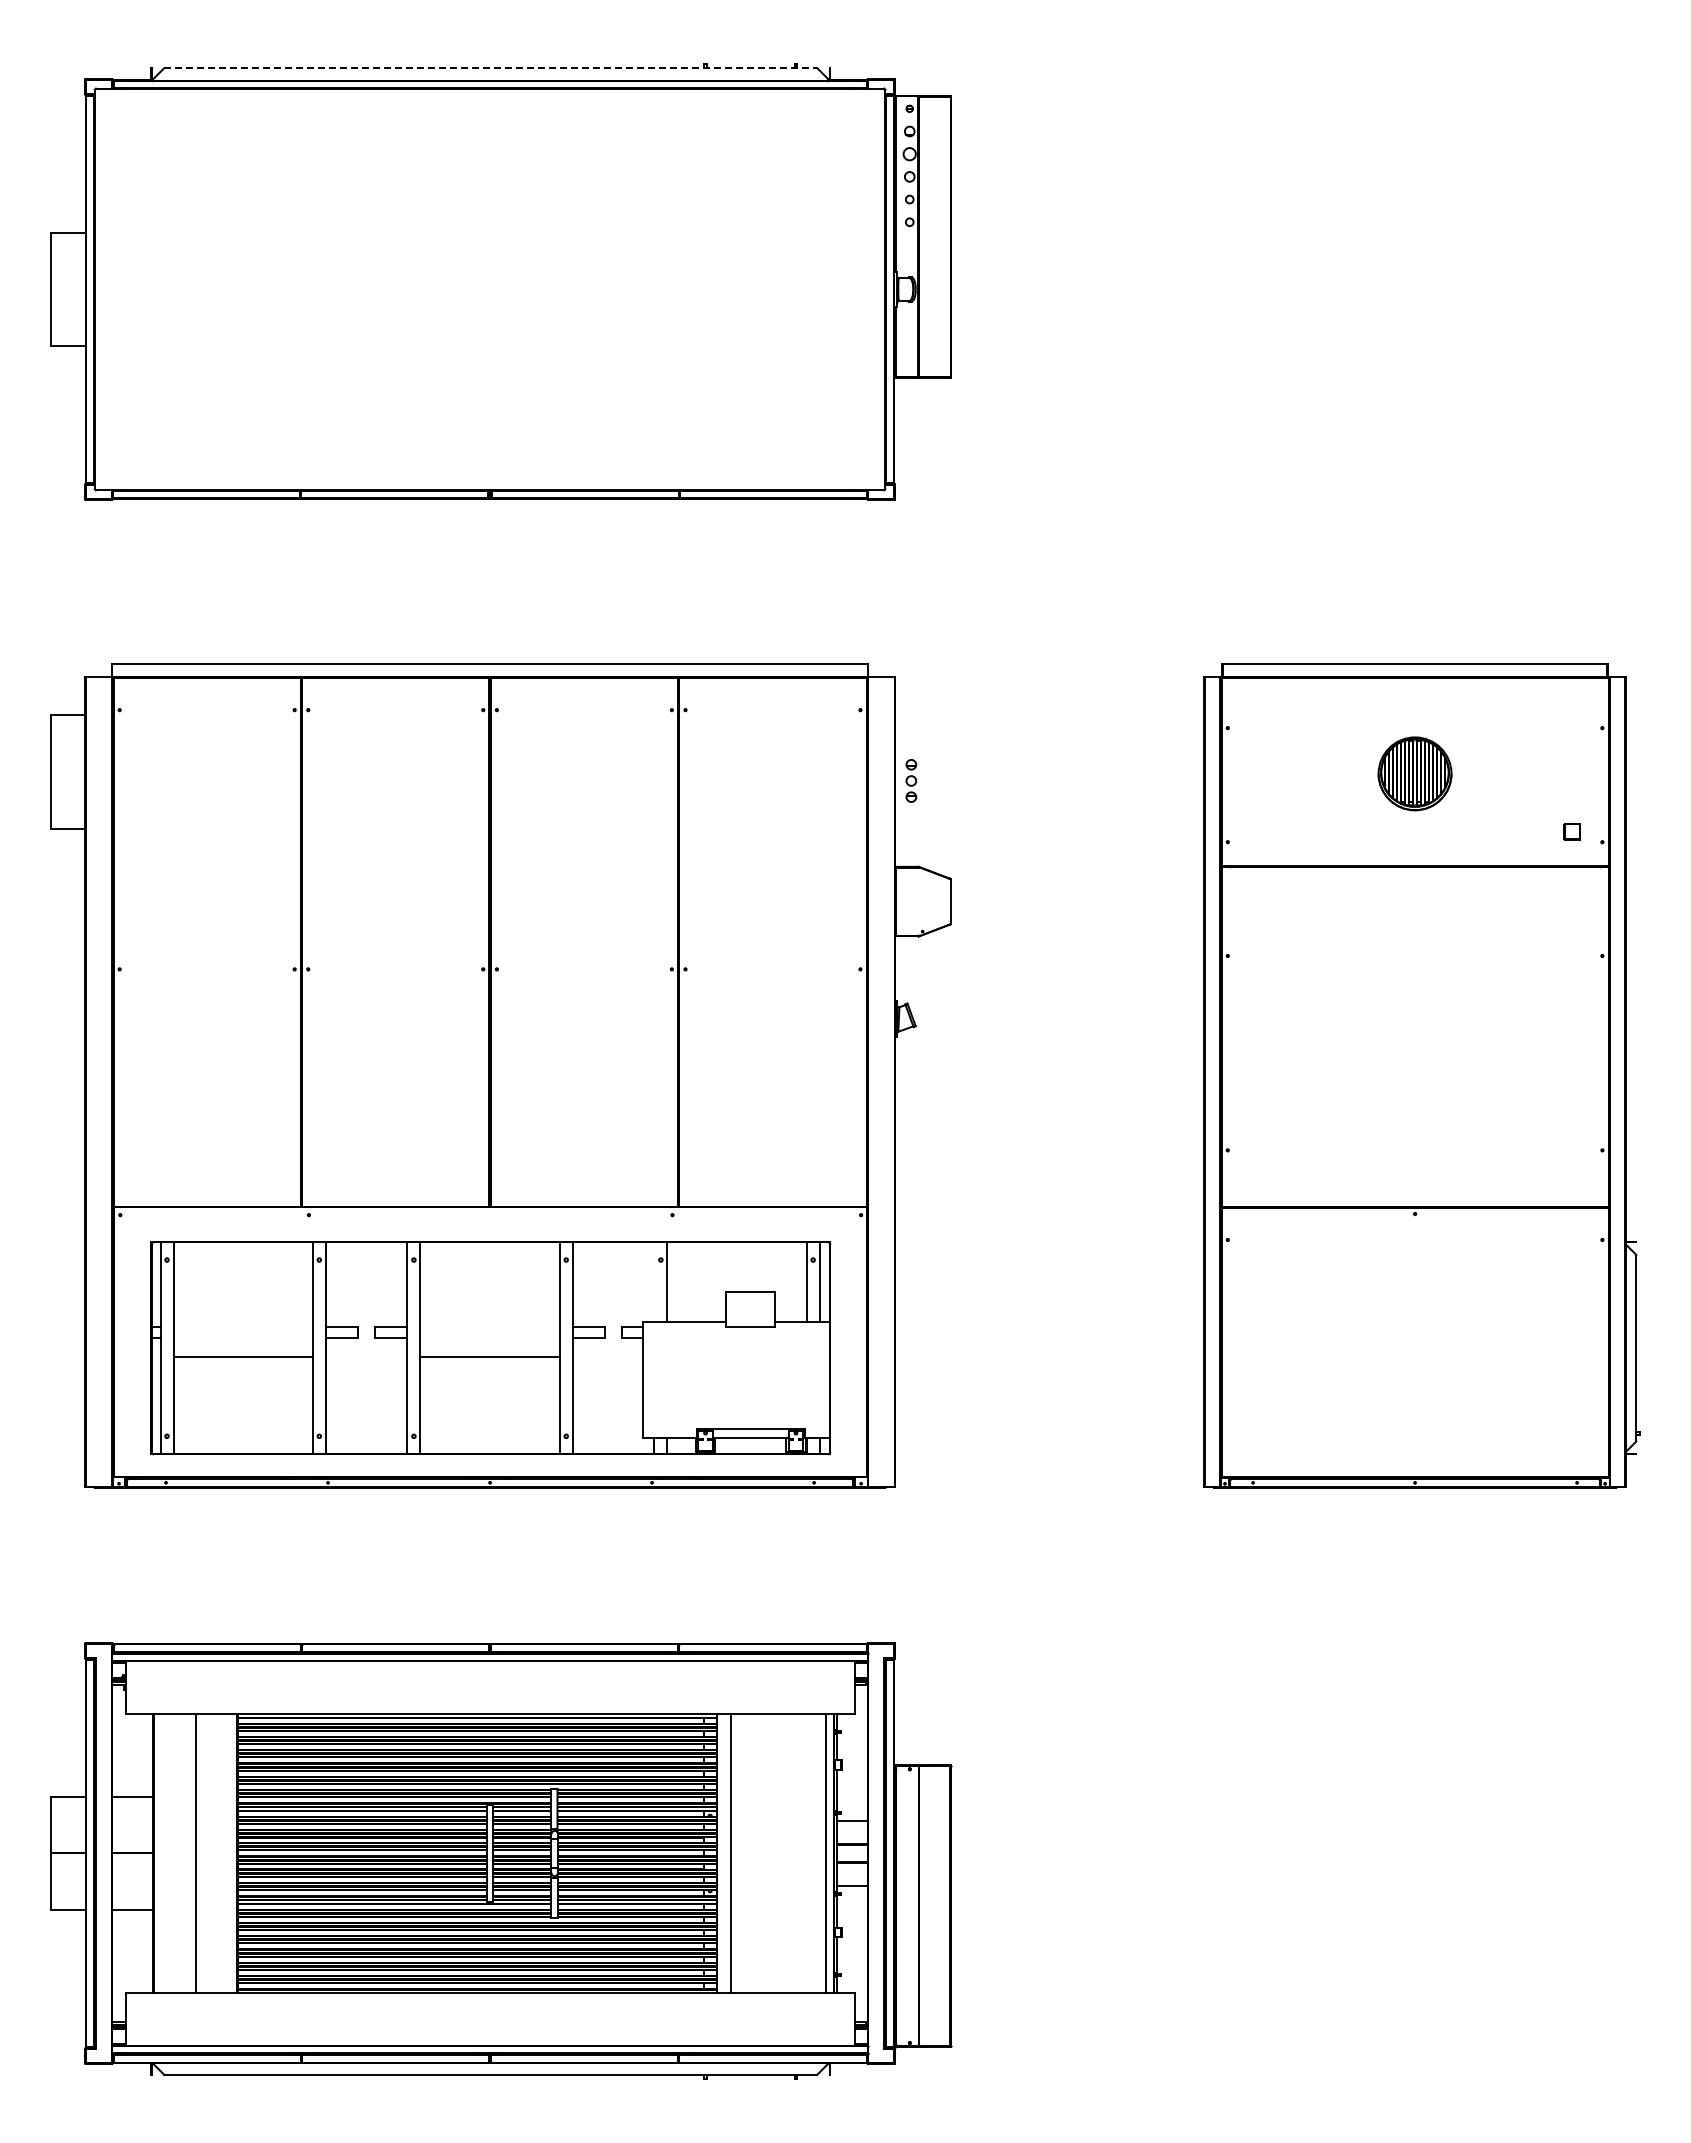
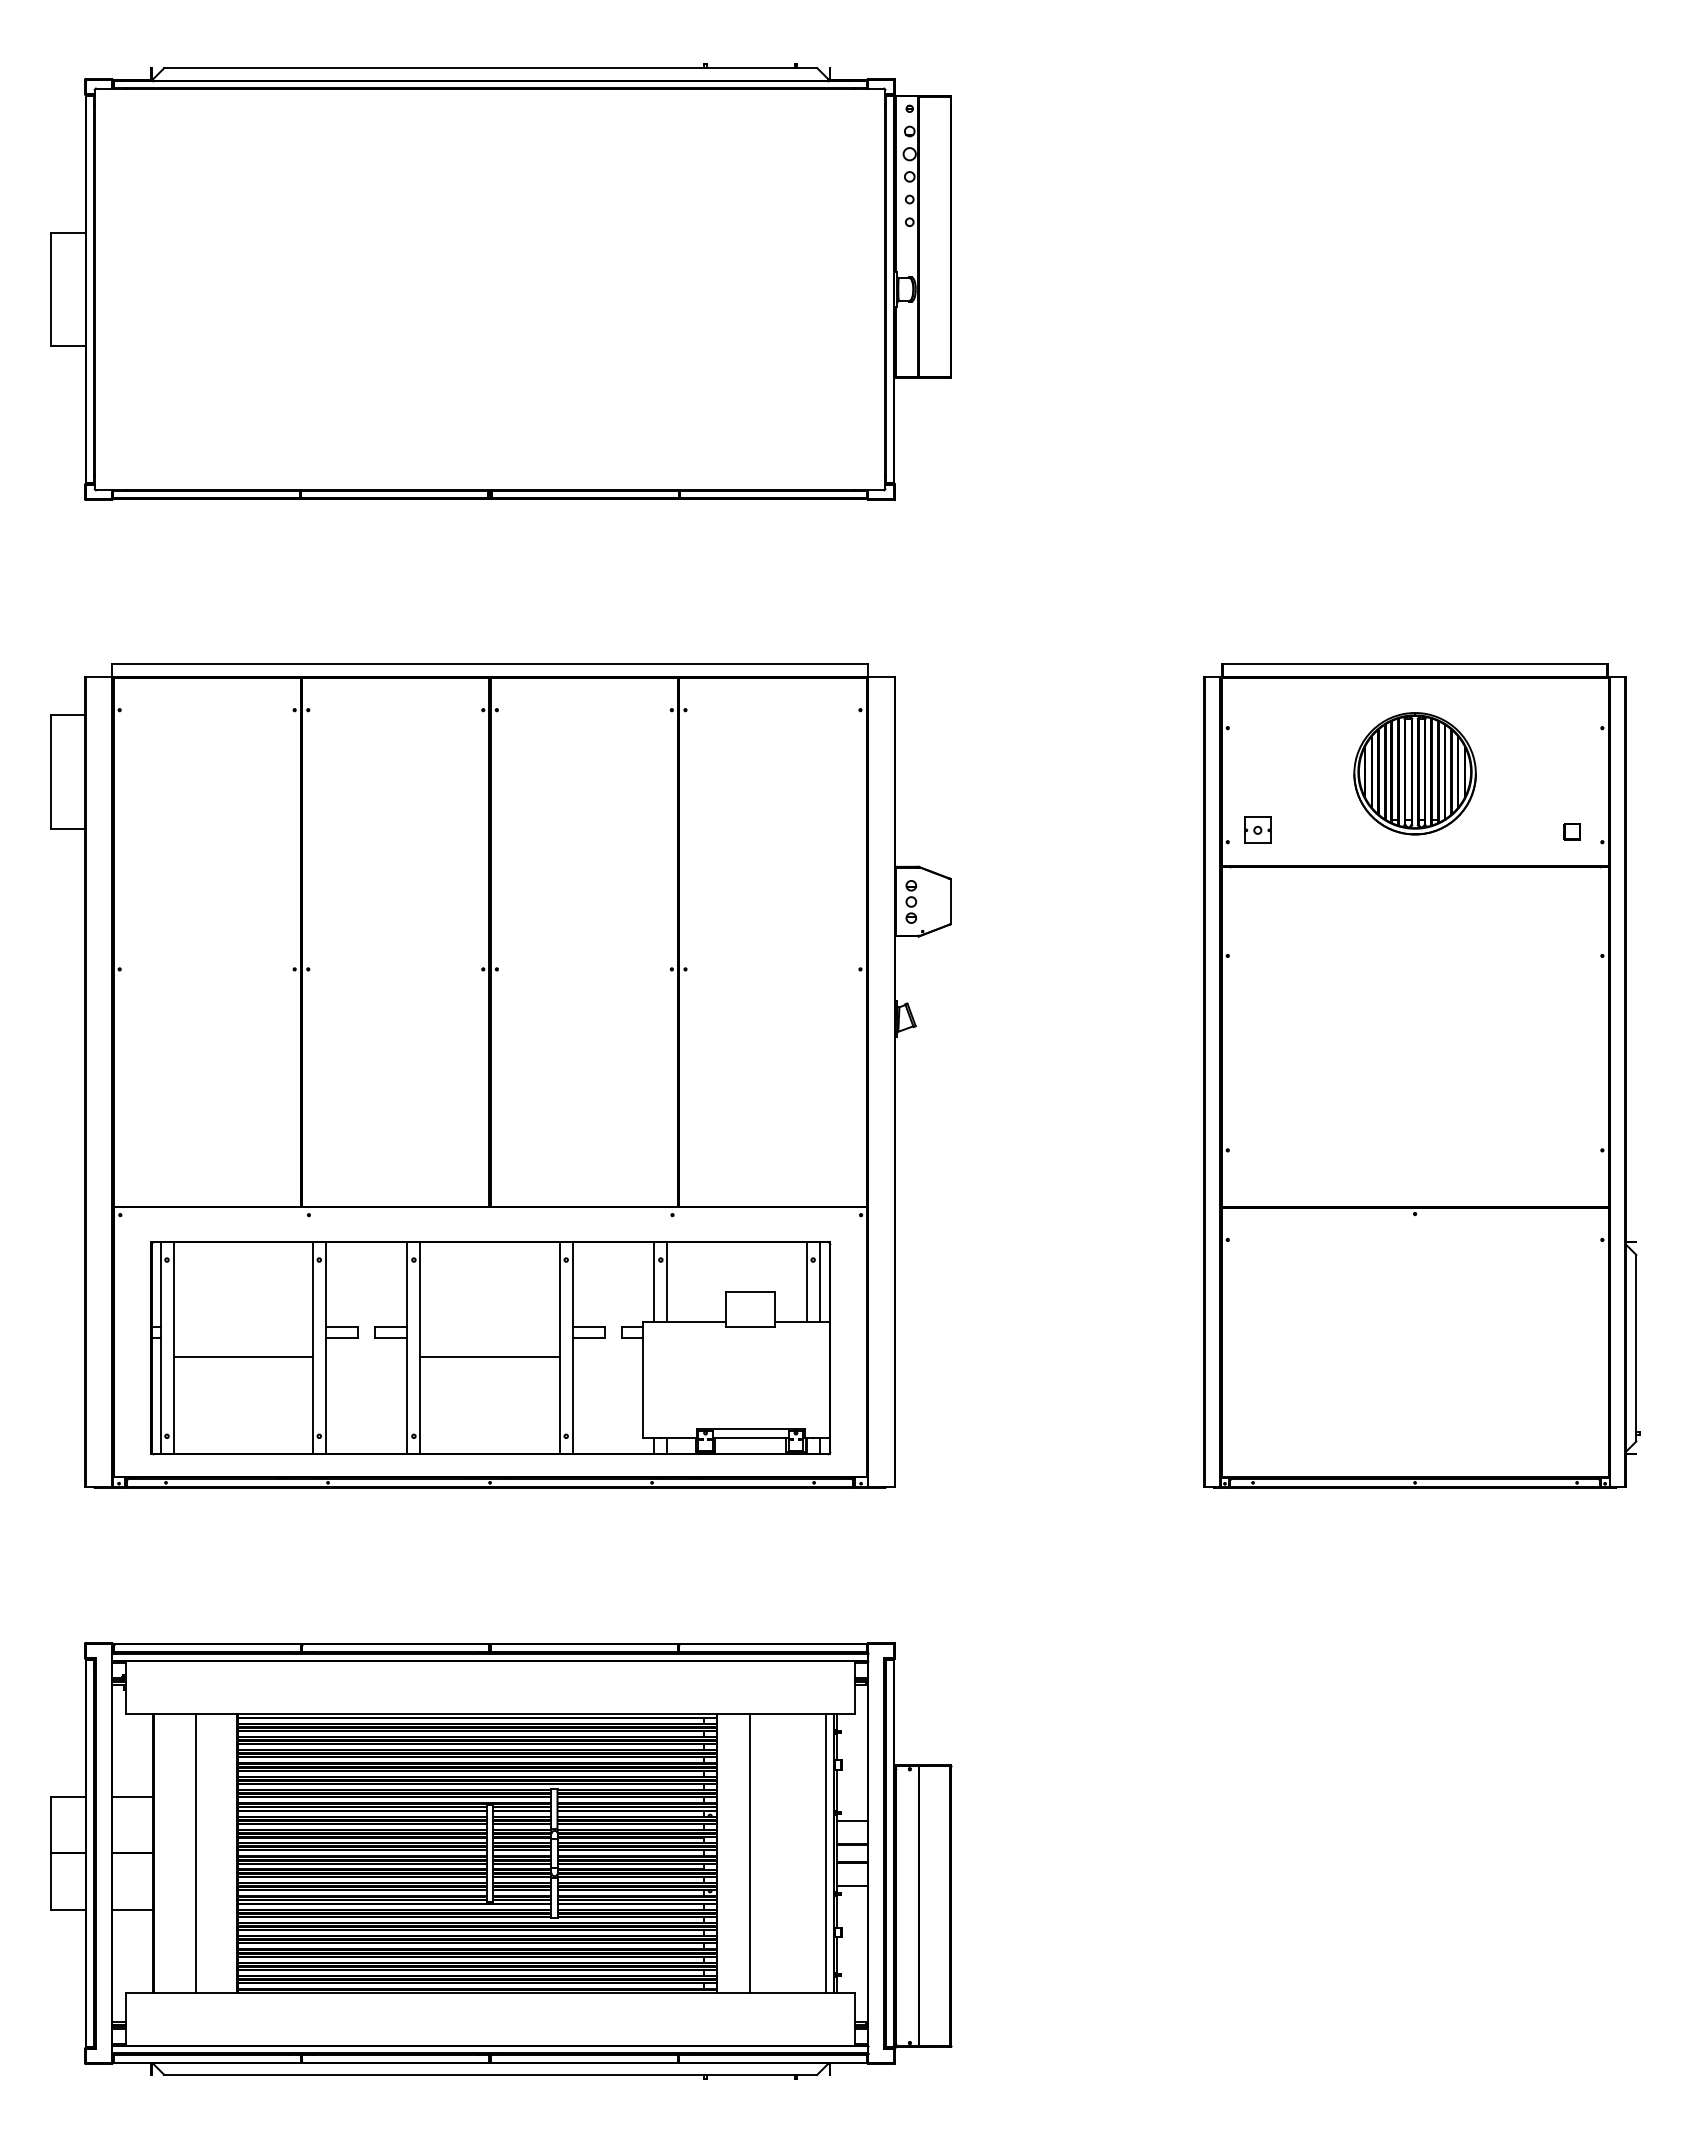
line at (490, 68): dashed -> solid
part at (1414, 773) size: 76x76 px -> 124x124 px
part at (911, 780) position: (911, 780) -> (911, 901)
part at (1257, 829): none -> present
line at (654, 1281): none -> present
line at (730, 1853) position: (730, 1853) -> (749, 1853)
